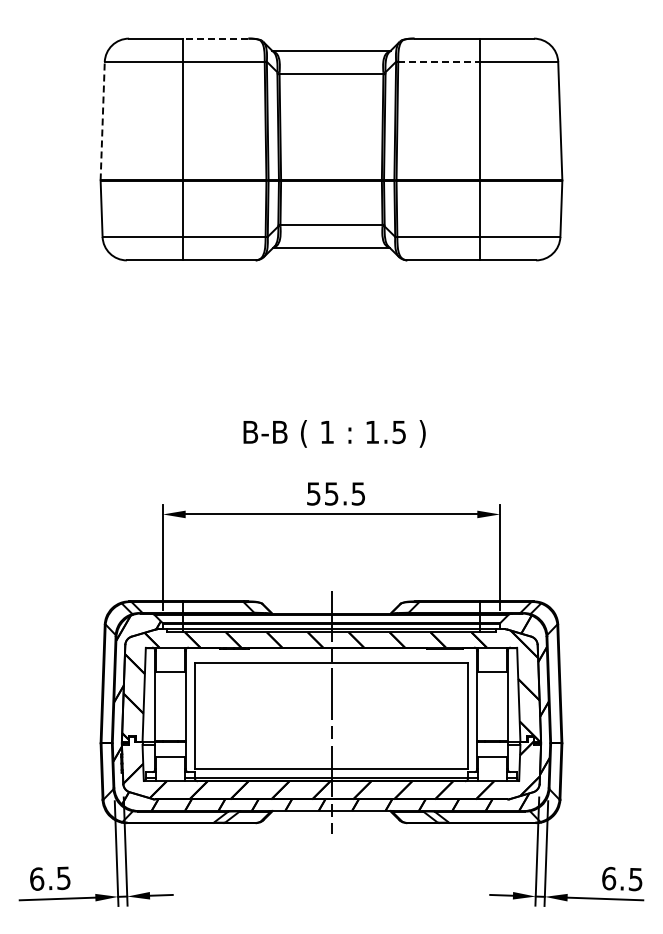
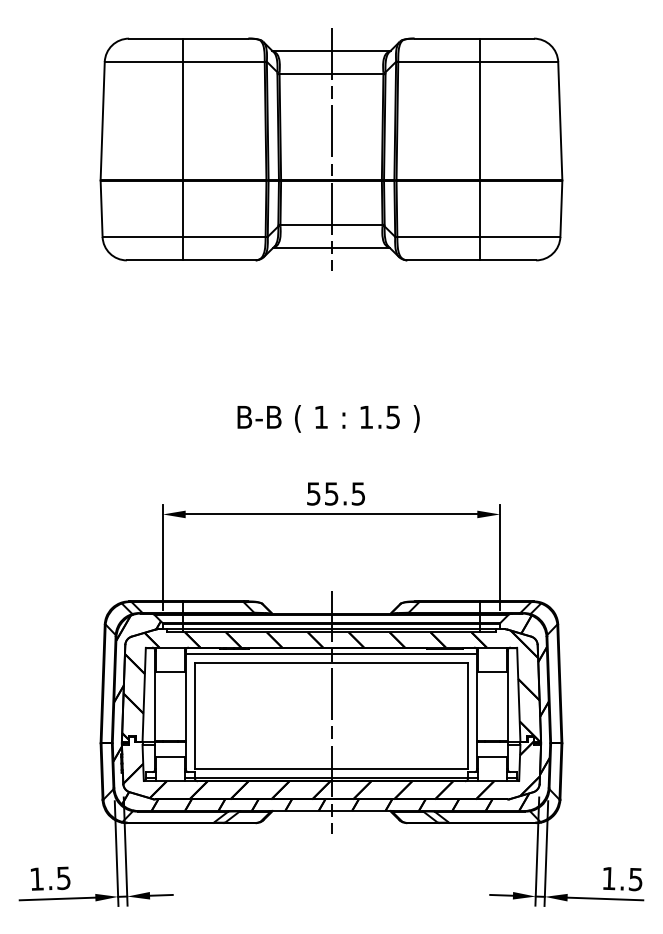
line at (215, 38): dashed -> solid
line at (439, 62): dashed -> solid
line at (102, 120): dashed -> solid
line at (331, 149): none -> present
text at (334, 433) position: (334, 433) -> (328, 418)
line at (331, 653): none -> present
text at (37, 878): 6.5 -> 1.5
text at (609, 878): 6.5 -> 1.5
